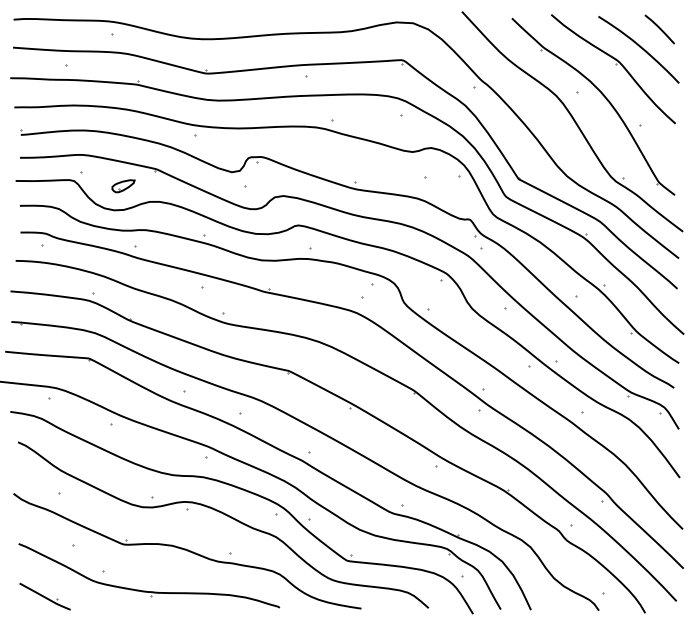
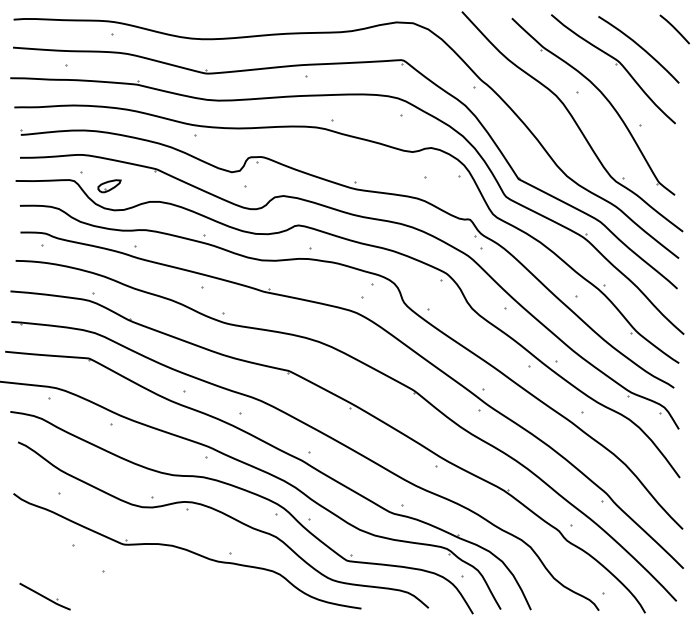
line at (659, 29) position: (659, 29) -> (674, 29)
part at (123, 186) position: (123, 186) -> (109, 186)
part at (146, 590): present -> none
